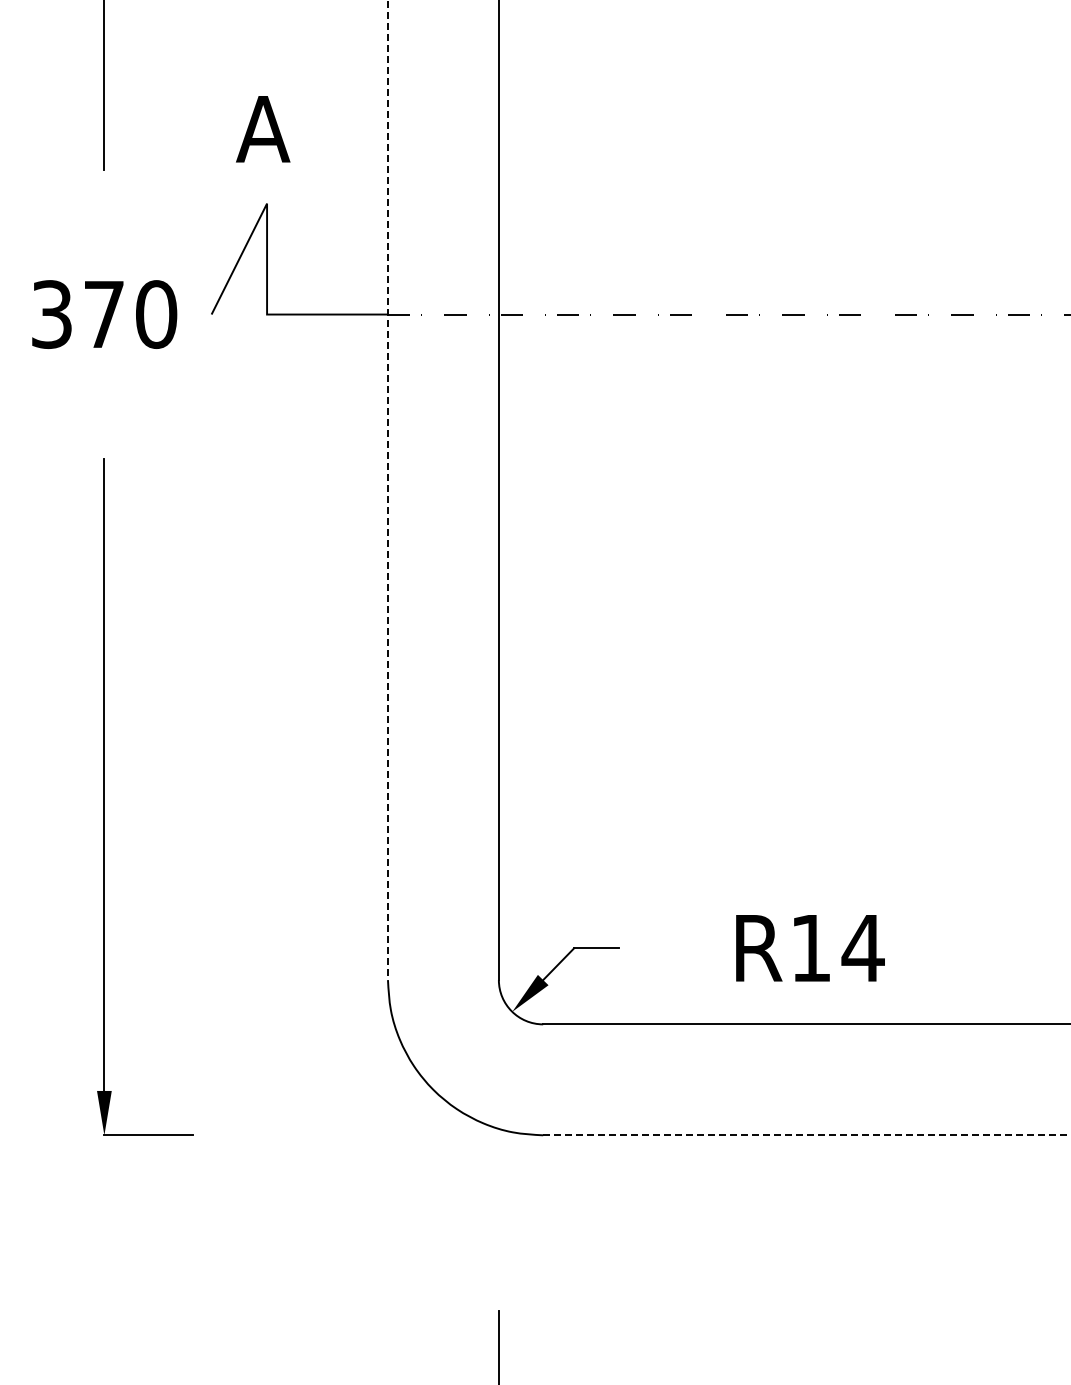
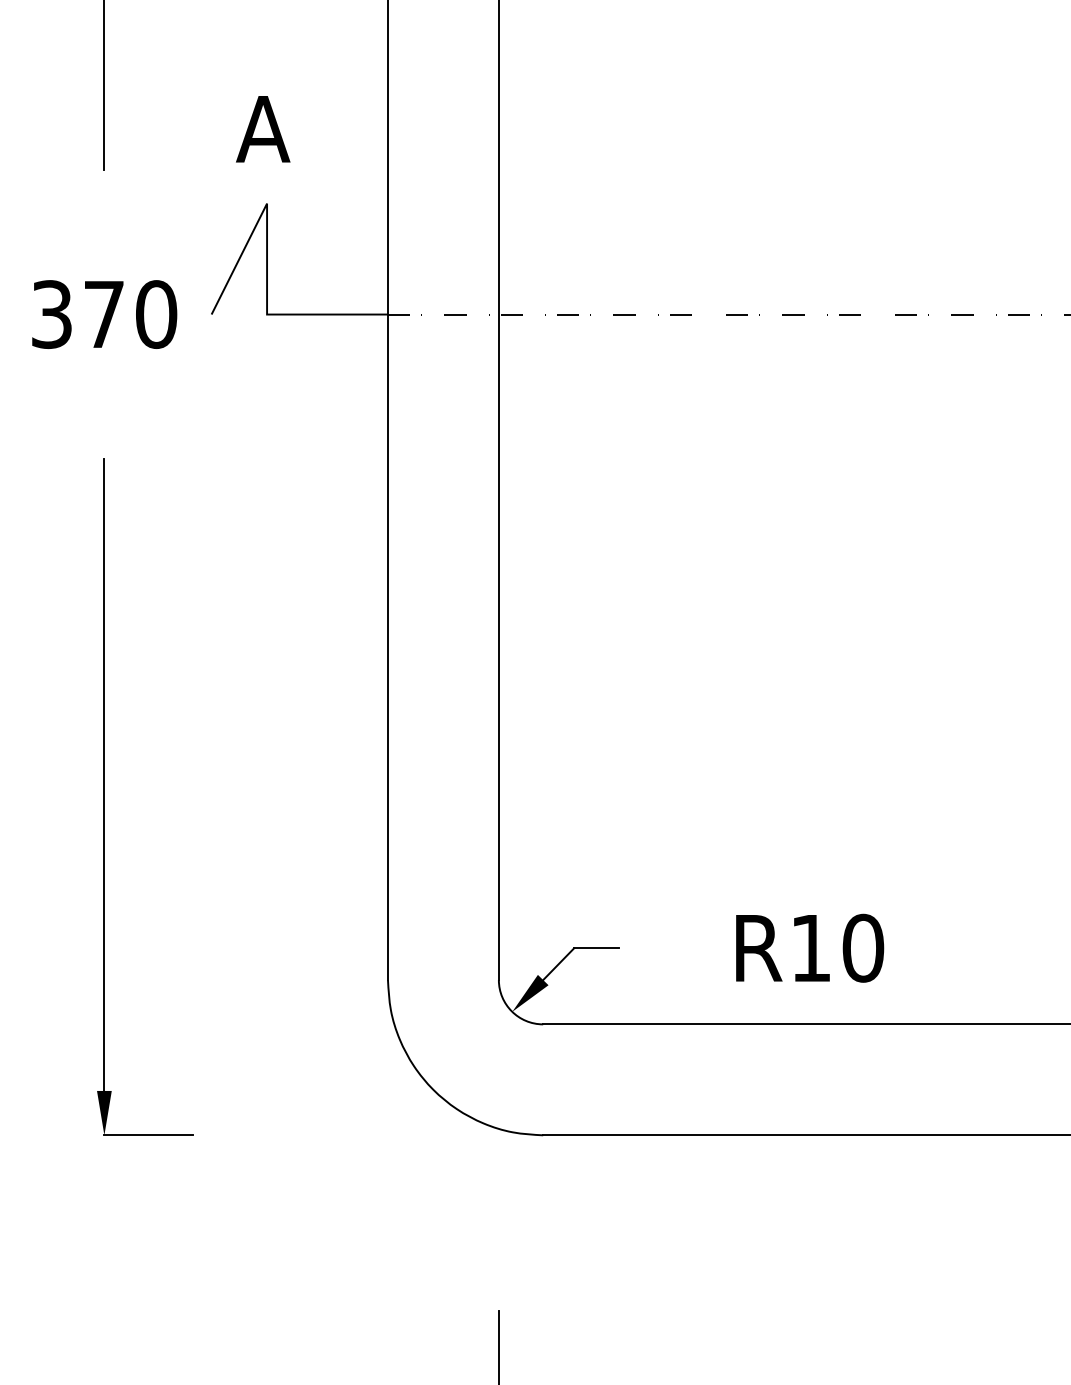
line at (387, 490): dashed -> solid
text at (862, 947): R14 -> R10
line at (807, 1135): dashed -> solid
